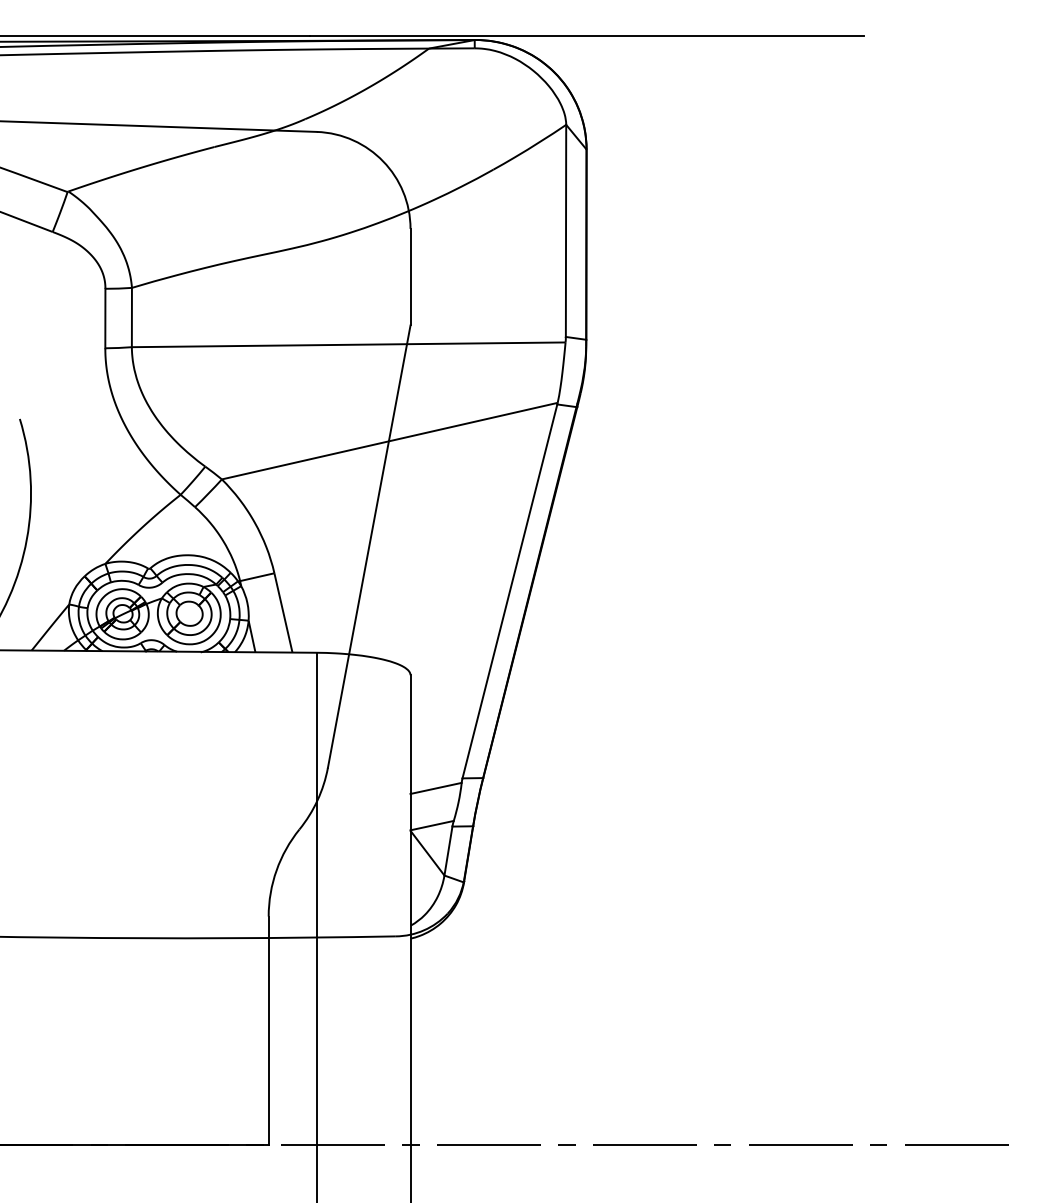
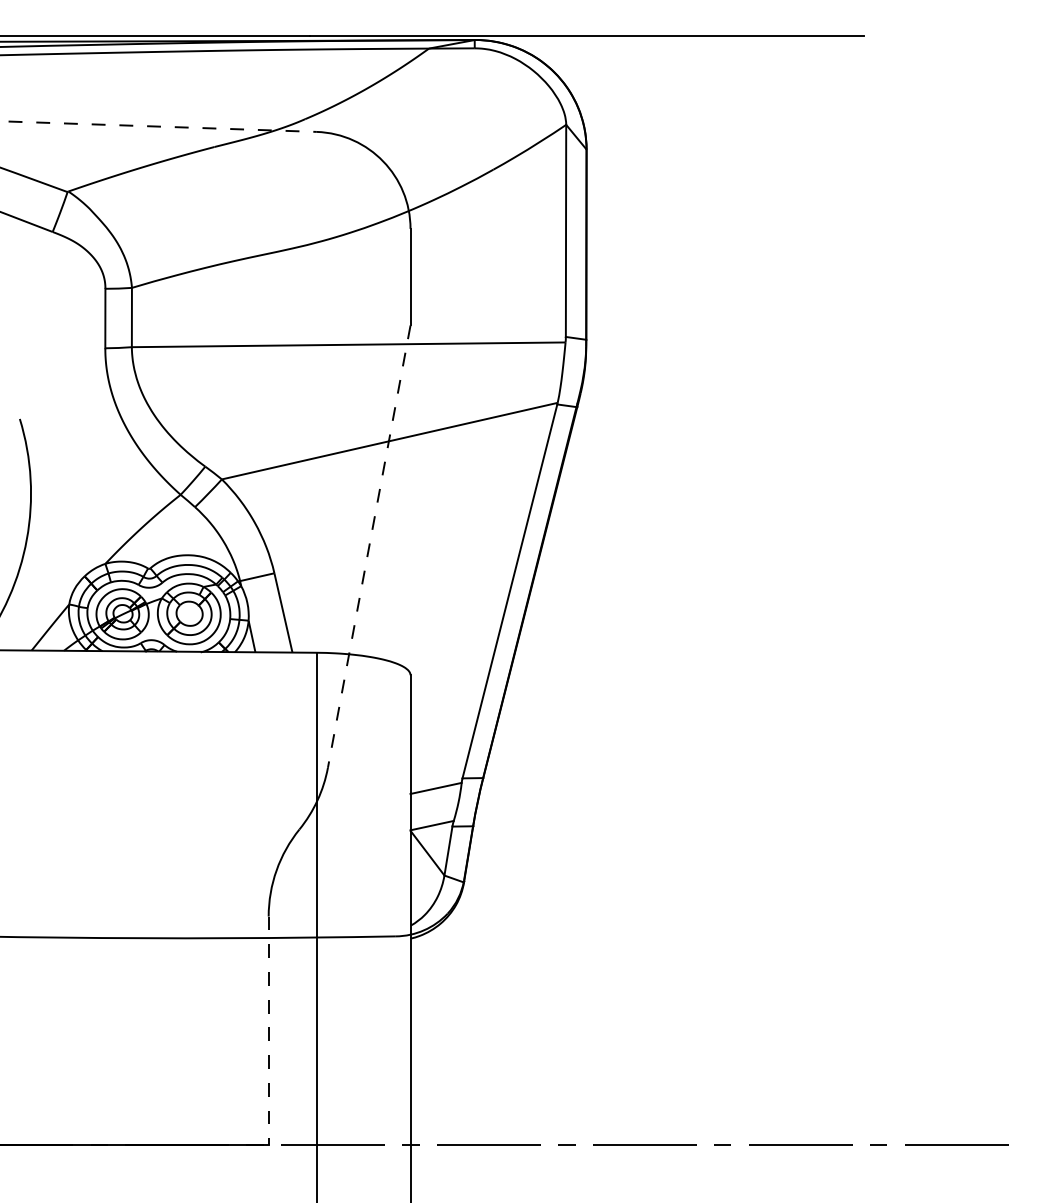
line at (159, 126): solid -> dashed
line at (369, 546): solid -> dashed
line at (268, 1031): solid -> dashed
